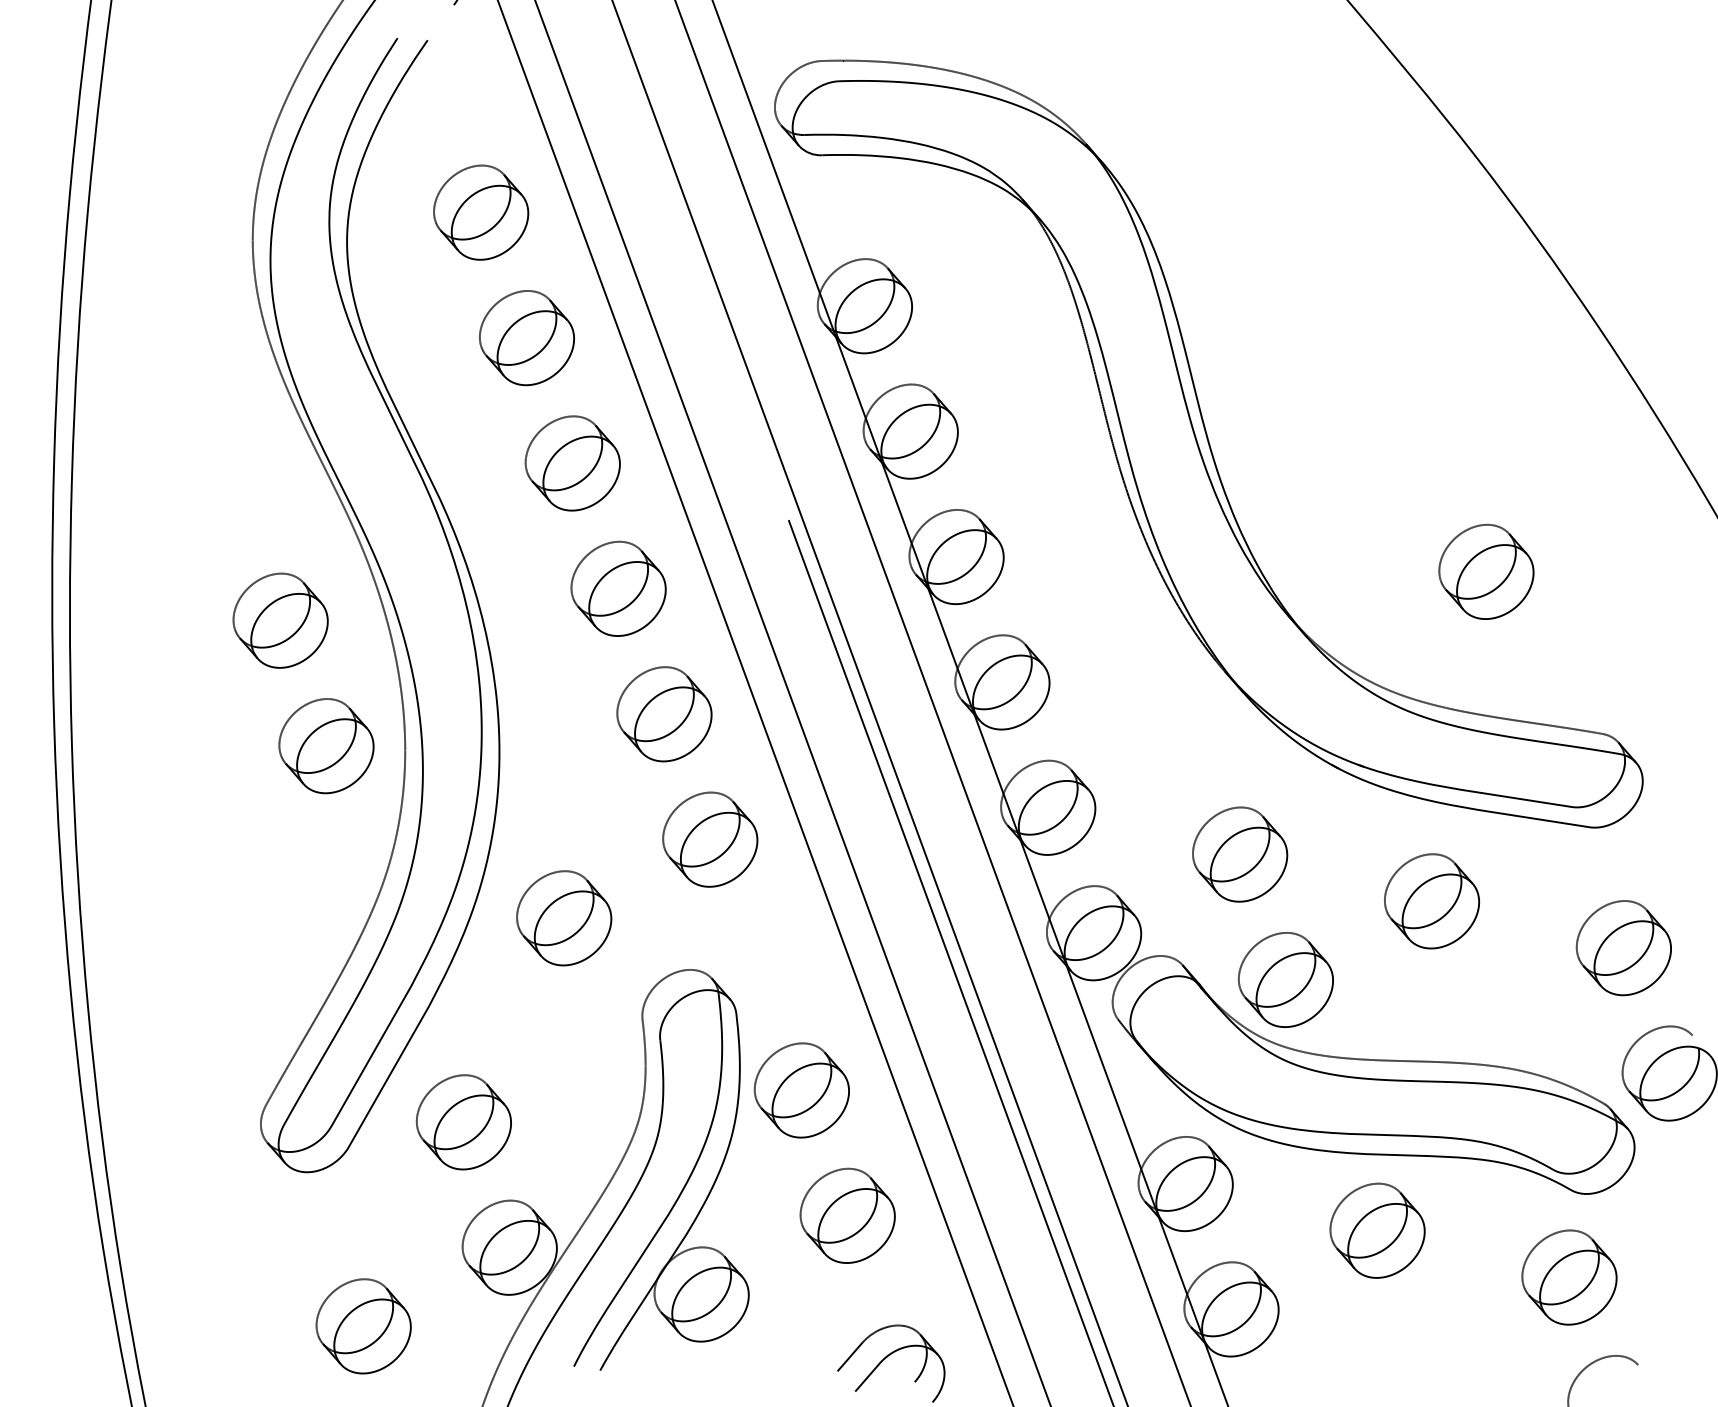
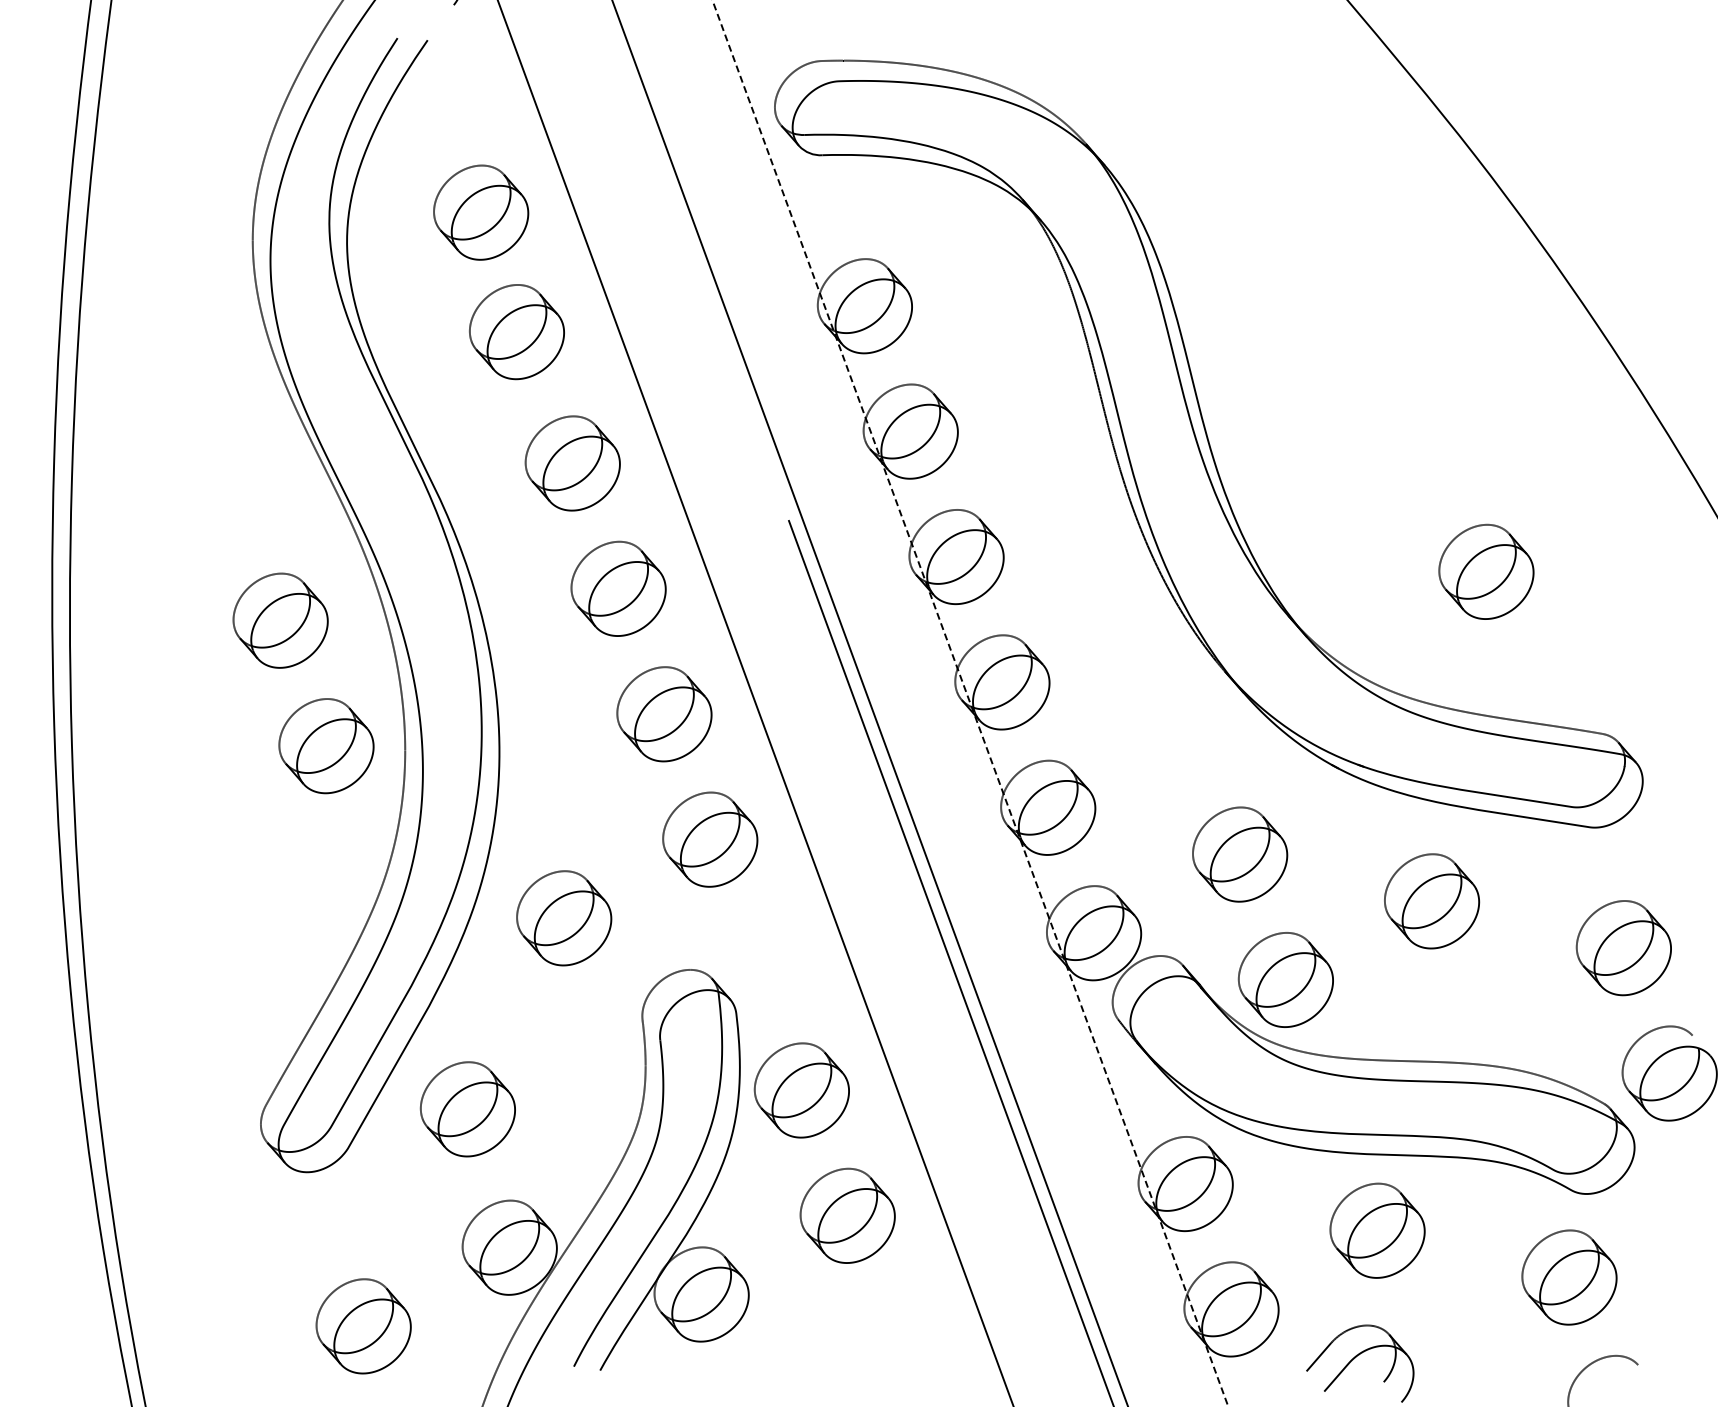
part at (526, 338) position: (526, 338) -> (516, 332)
line at (792, 702): present -> none
line at (932, 702): present -> none
line at (970, 703): solid -> dashed
part at (463, 1122) position: (463, 1122) -> (467, 1109)
part at (886, 1358) position: (886, 1358) -> (1355, 1358)
